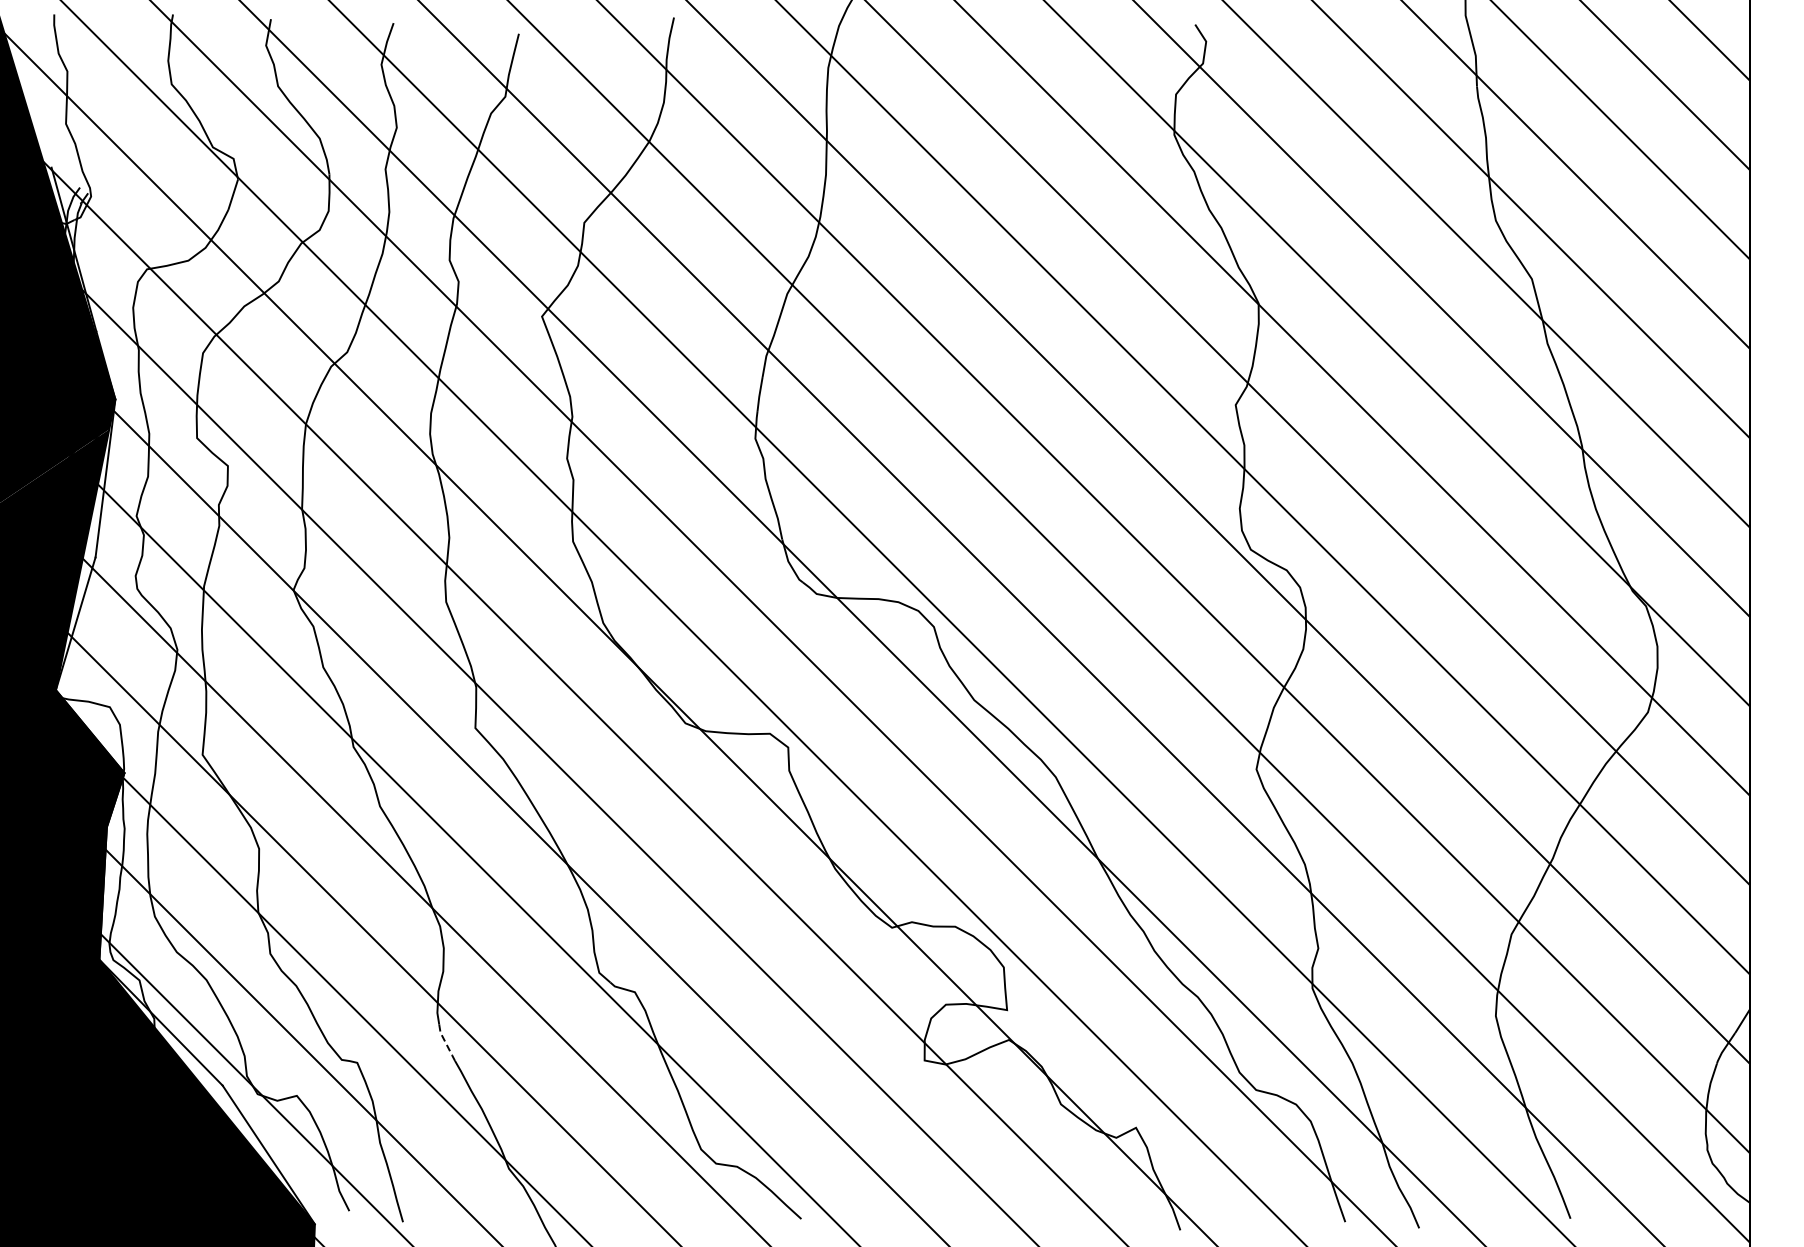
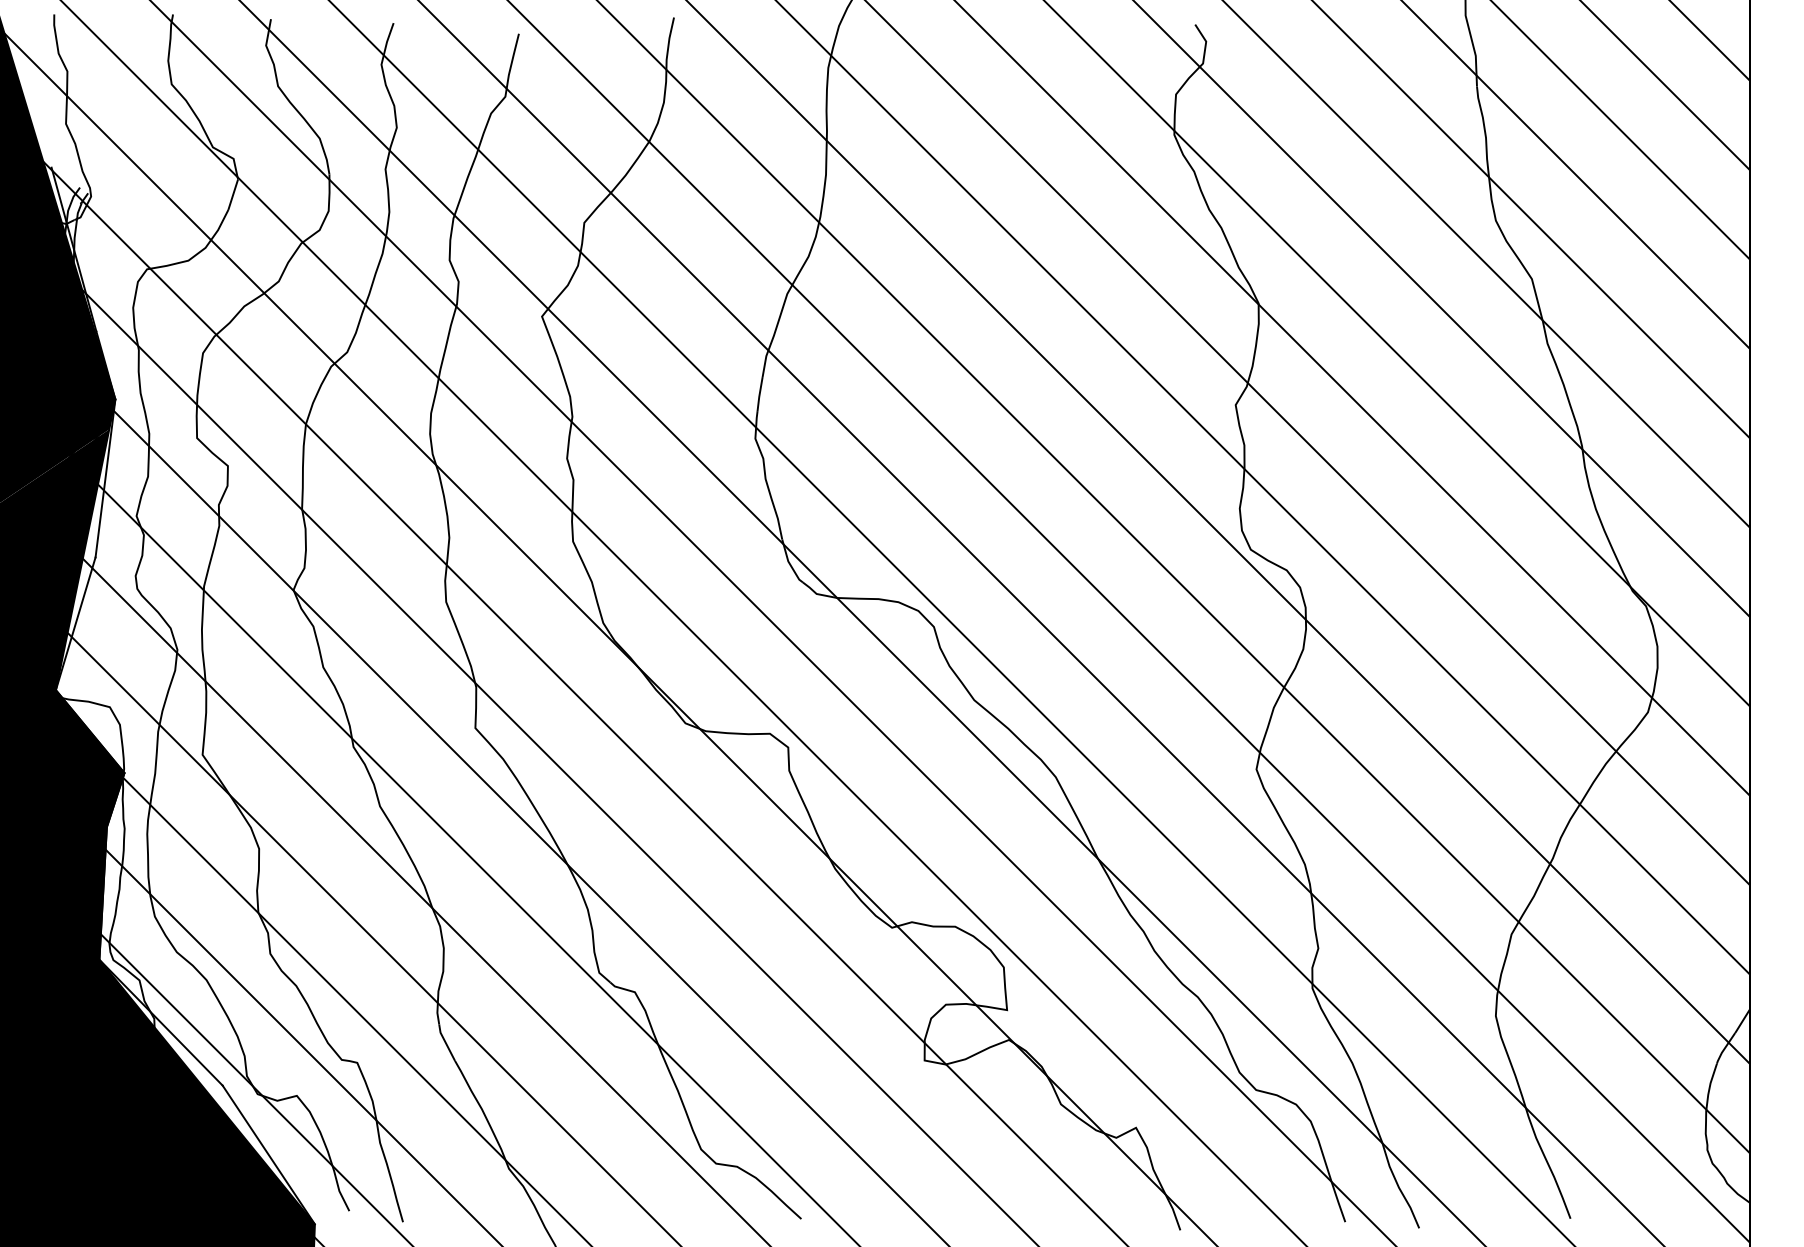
line at (445, 1043): dashed -> solid
